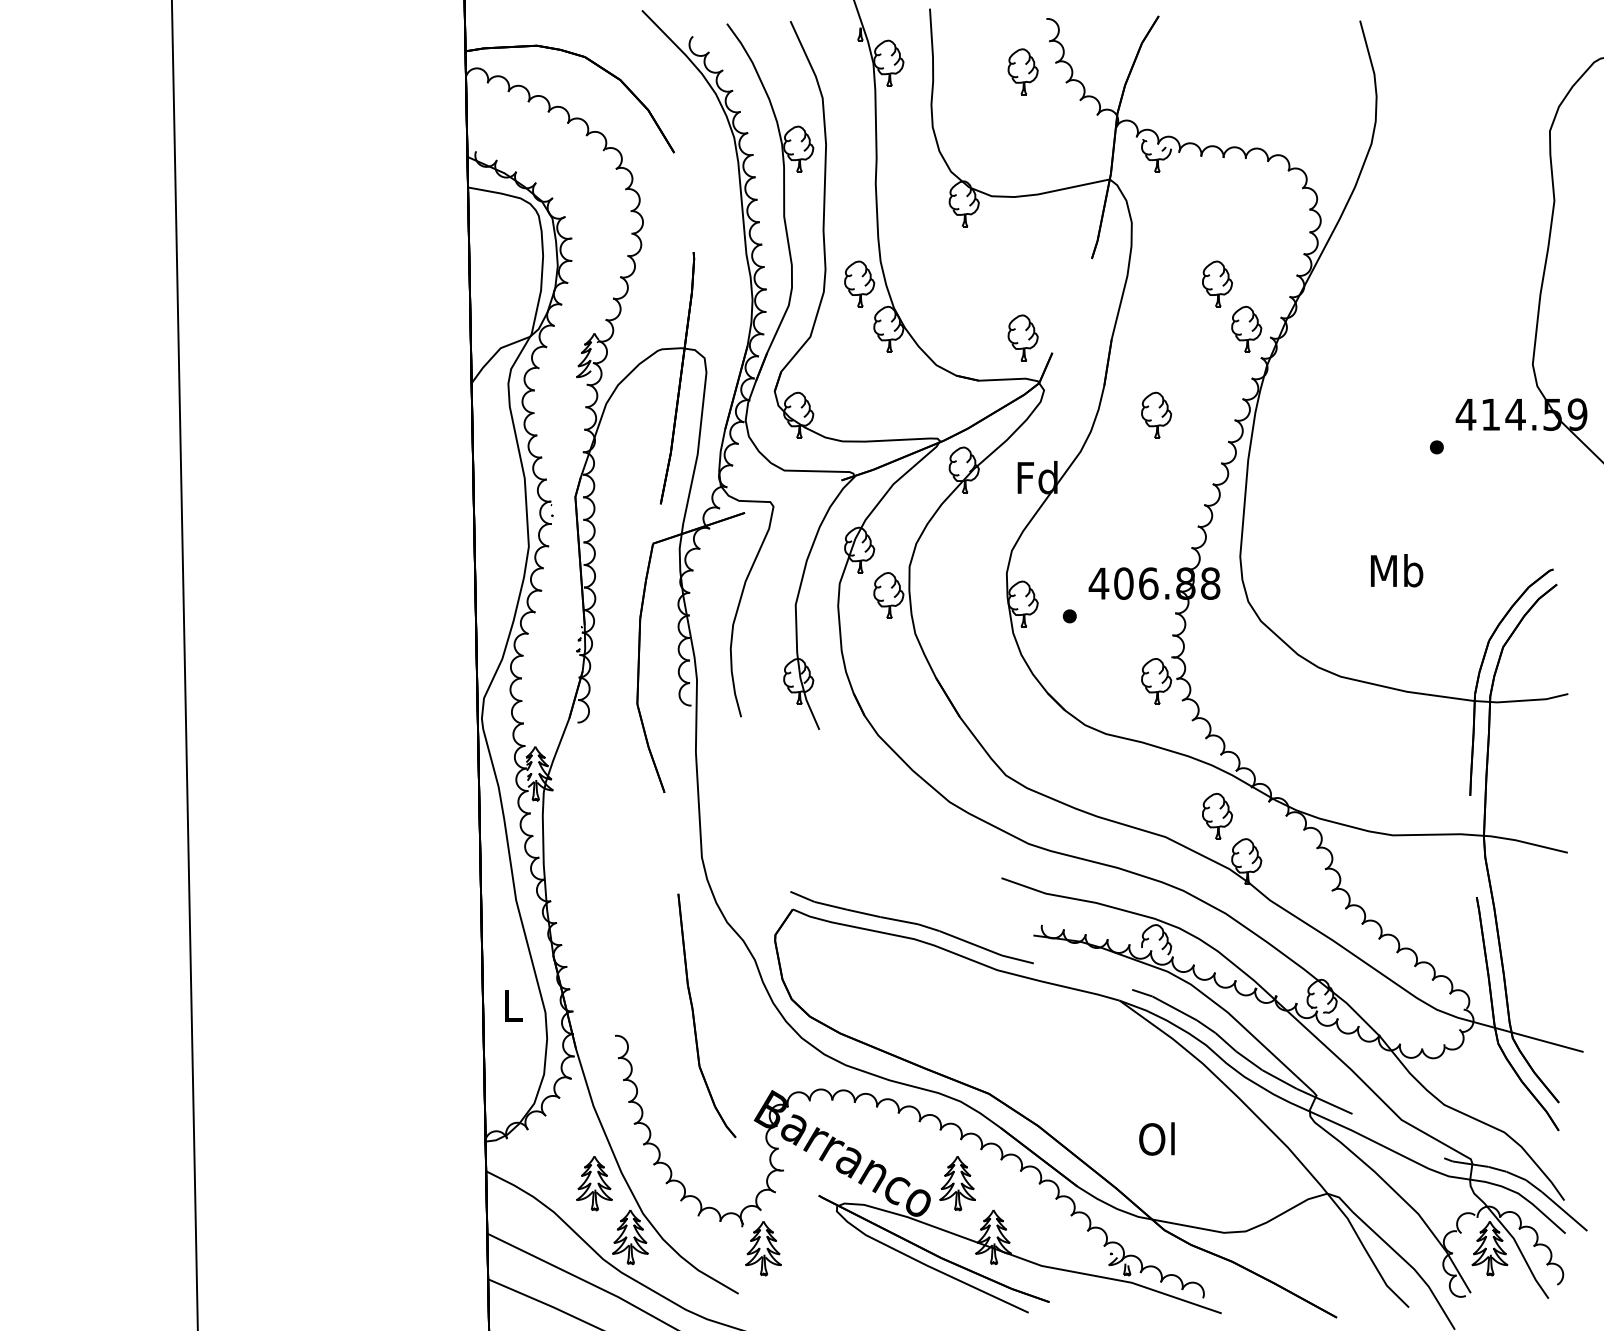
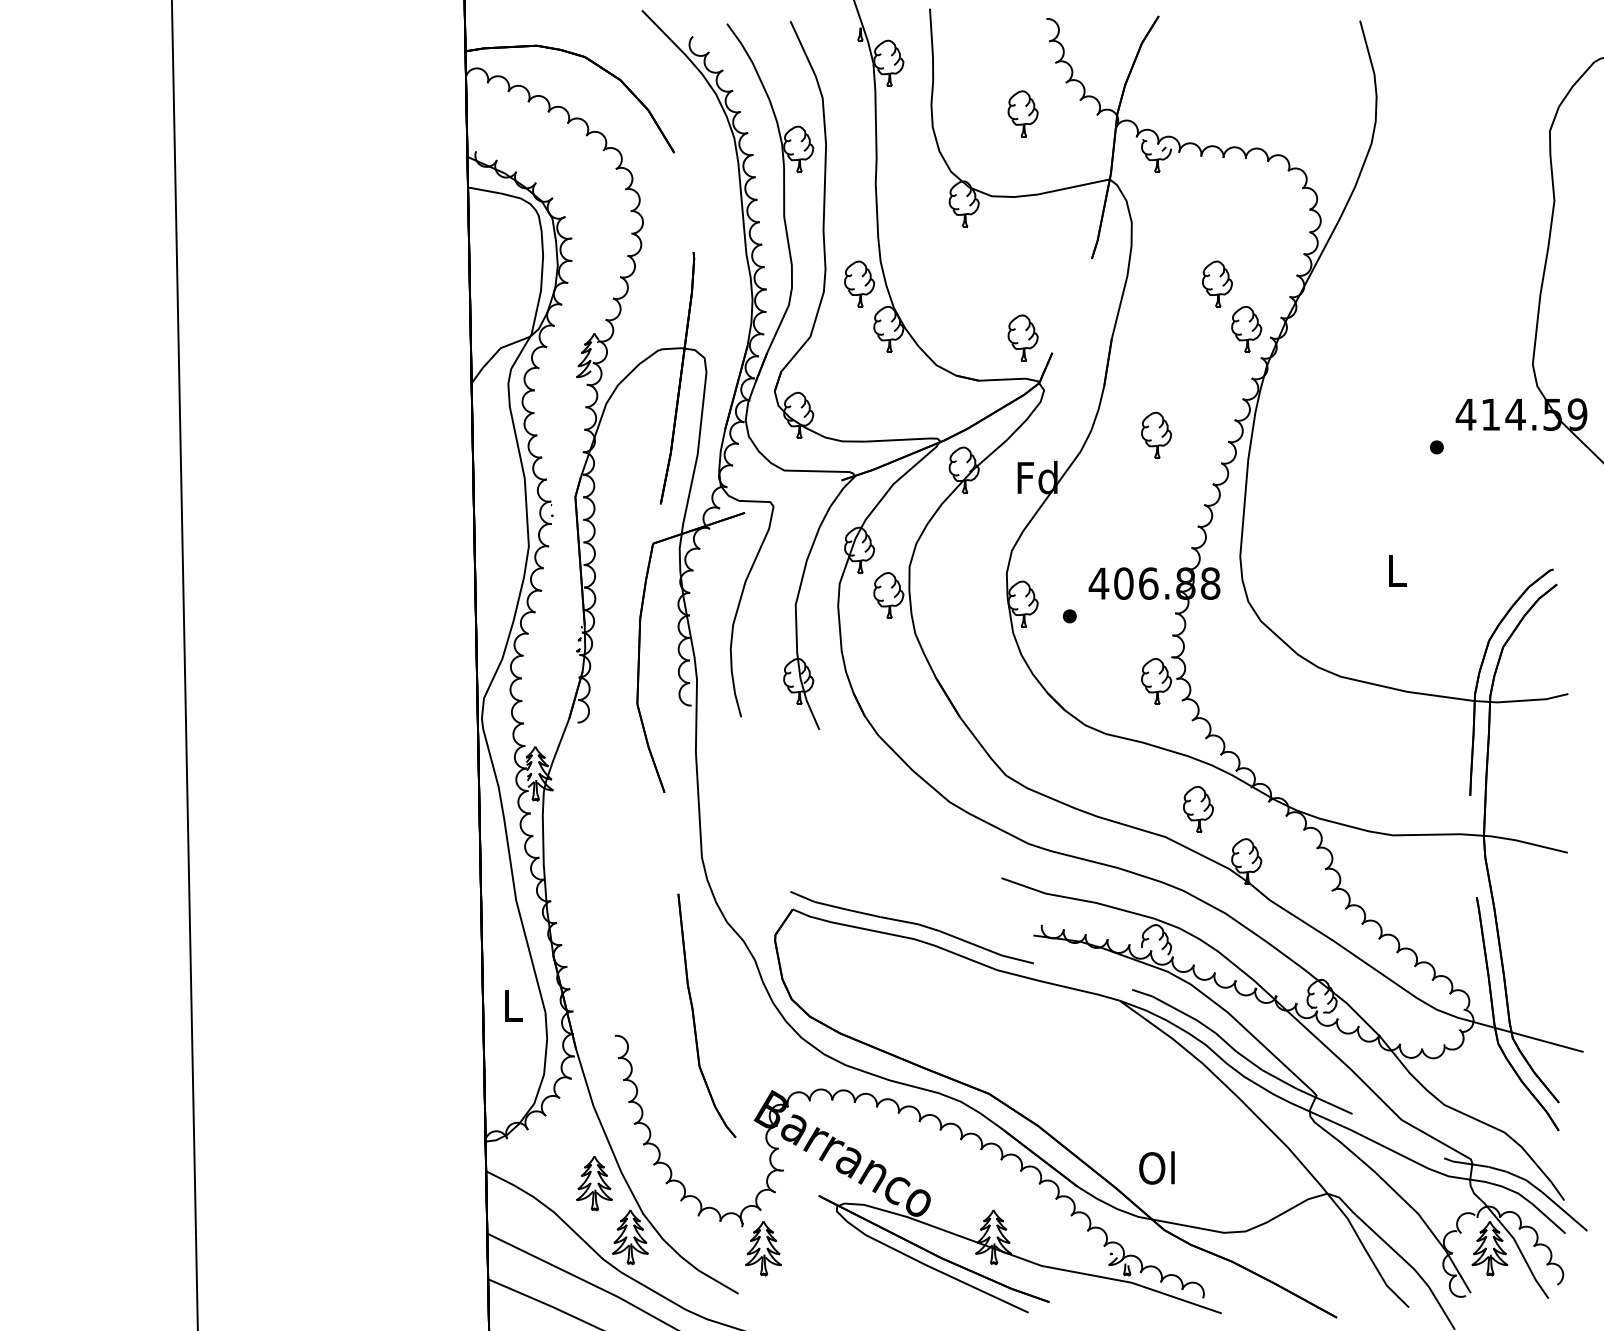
part at (1022, 71) position: (1022, 71) -> (1022, 113)
part at (1156, 414) position: (1156, 414) -> (1156, 434)
text at (1397, 570): Mb -> L
part at (1217, 816) position: (1217, 816) -> (1198, 809)
text at (1156, 1138) position: (1156, 1138) -> (1156, 1167)
part at (957, 1183): present -> none
